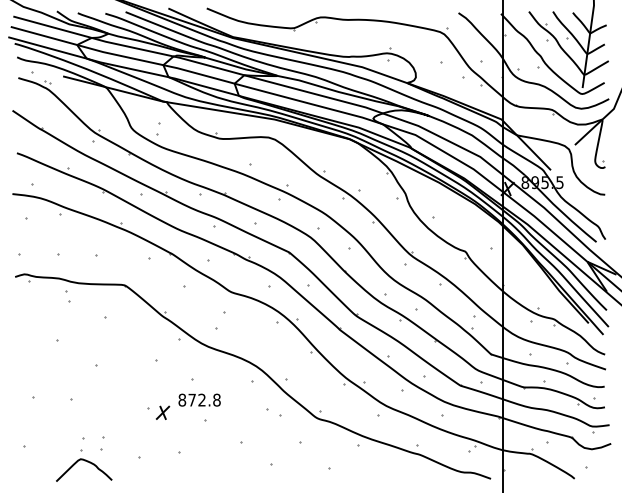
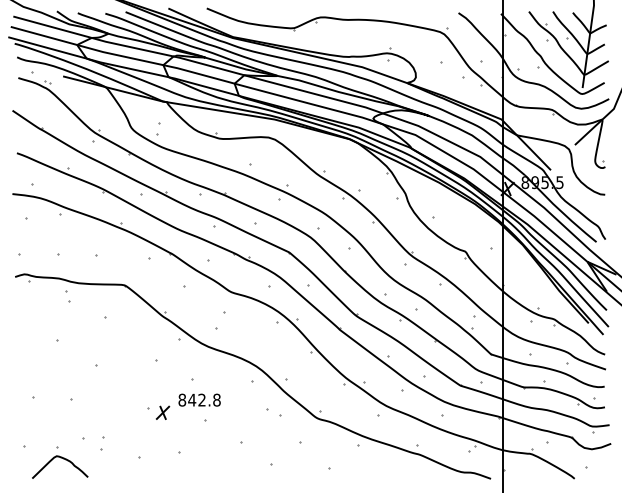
text at (192, 399): 872.8 -> 842.8
part at (84, 465) position: (84, 465) -> (60, 462)
